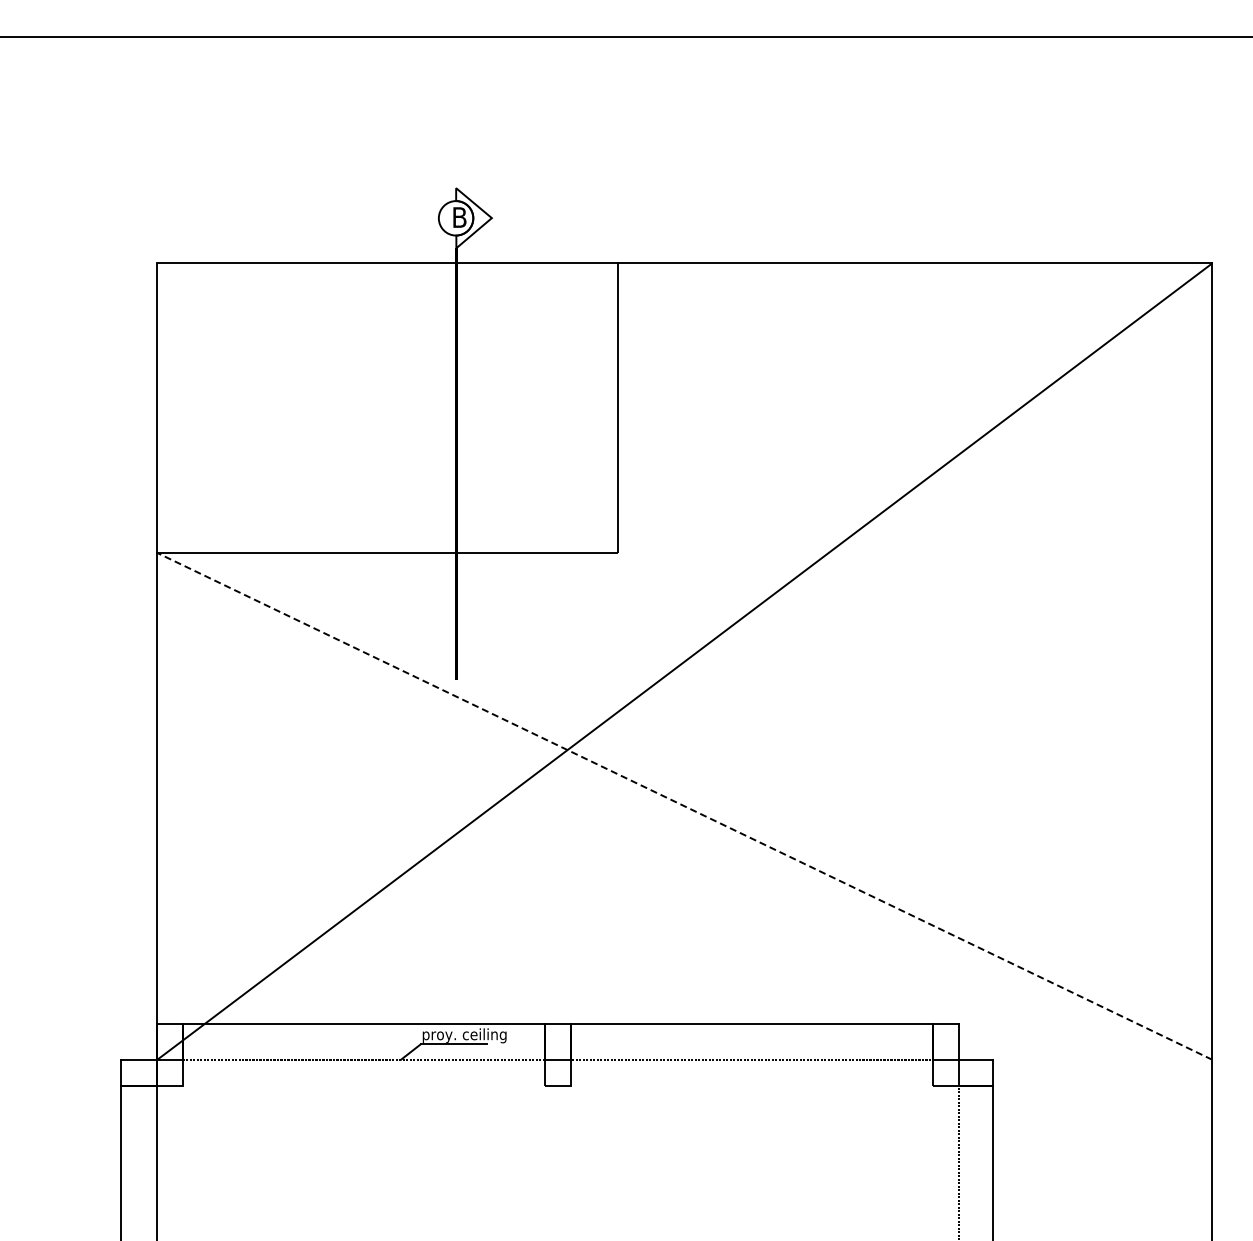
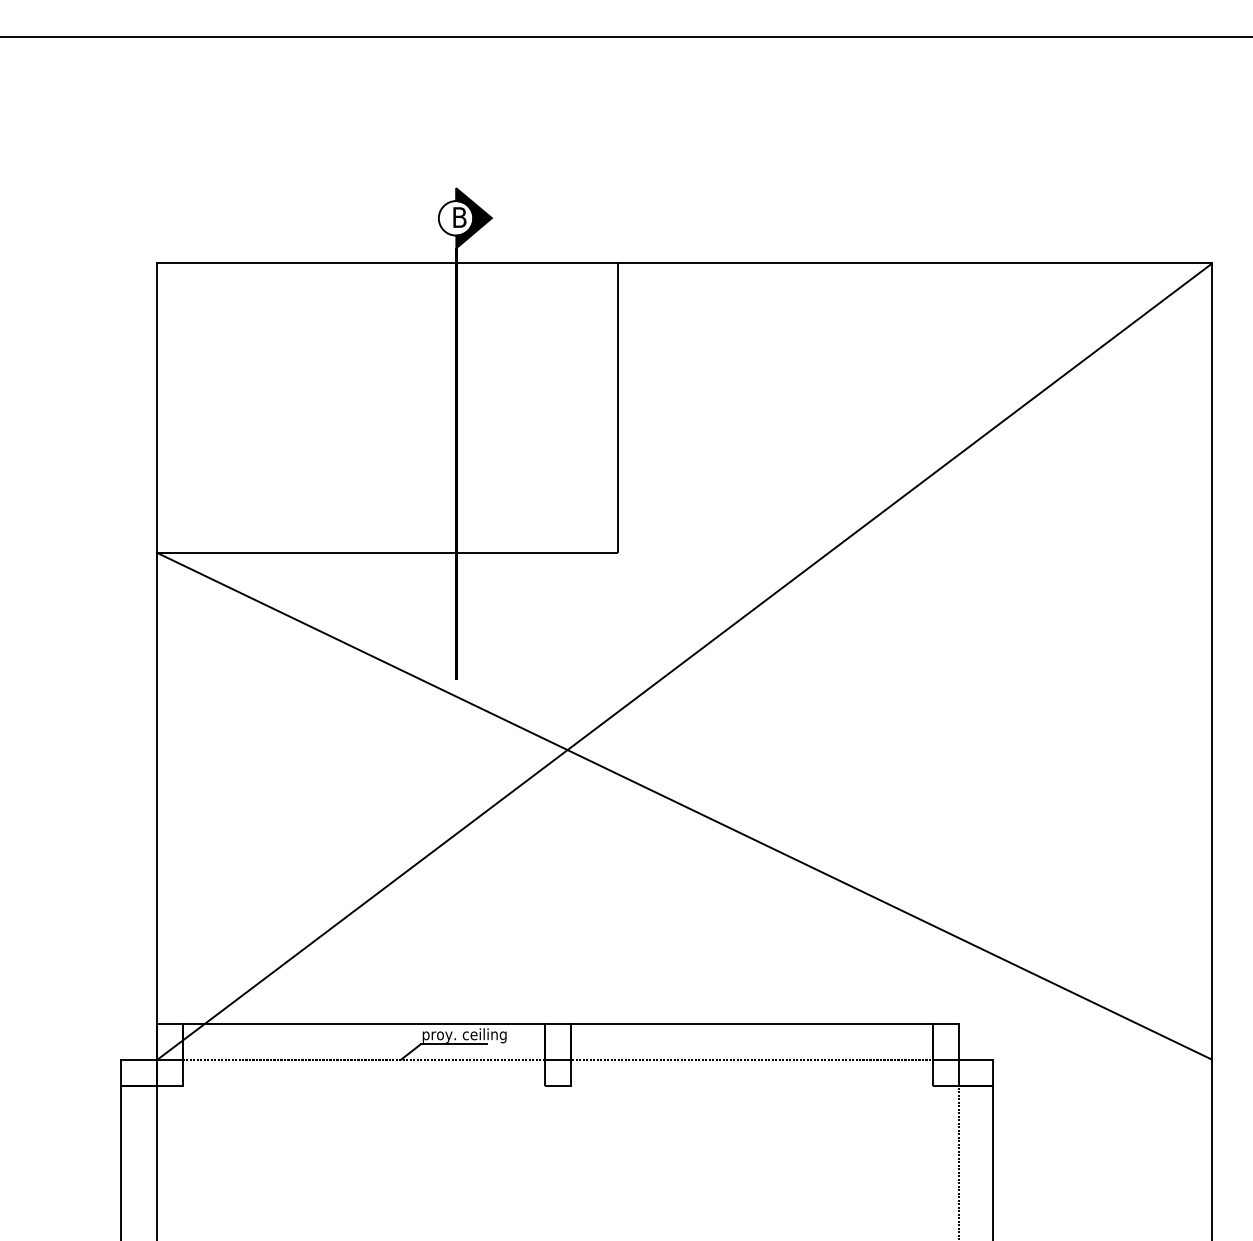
fill at (473, 218): none -> present
line at (684, 806): dashed -> solid
